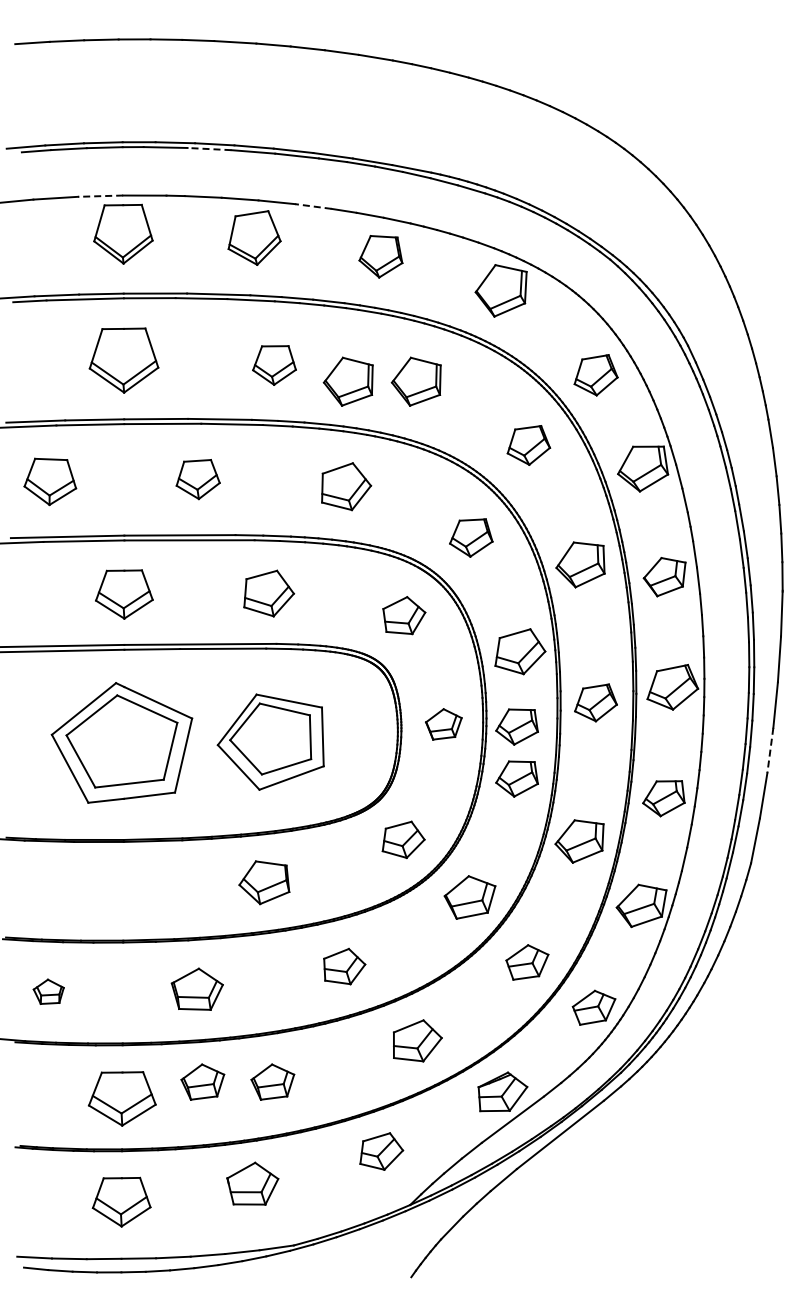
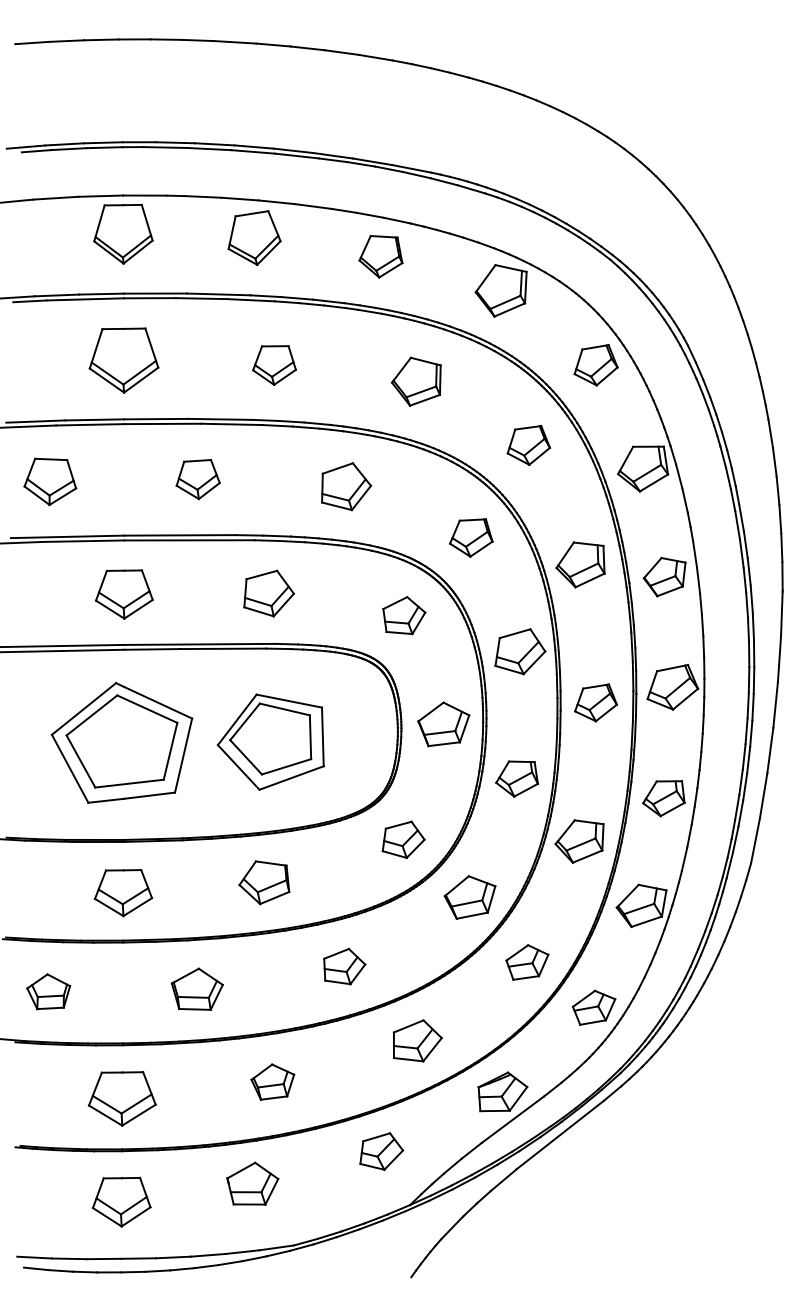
line at (209, 149): dashed -> solid
line at (100, 196): dashed -> solid
line at (312, 206): dashed -> solid
part at (595, 375) position: (595, 375) -> (595, 365)
part at (347, 381): present -> none
part at (443, 724) size: 38x33 px -> 54x47 px
part at (516, 726): present -> none
line at (770, 750): dashed -> solid
part at (123, 893): none -> present
part at (48, 991) size: 33x27 px -> 46x38 px
part at (202, 1081): present -> none
